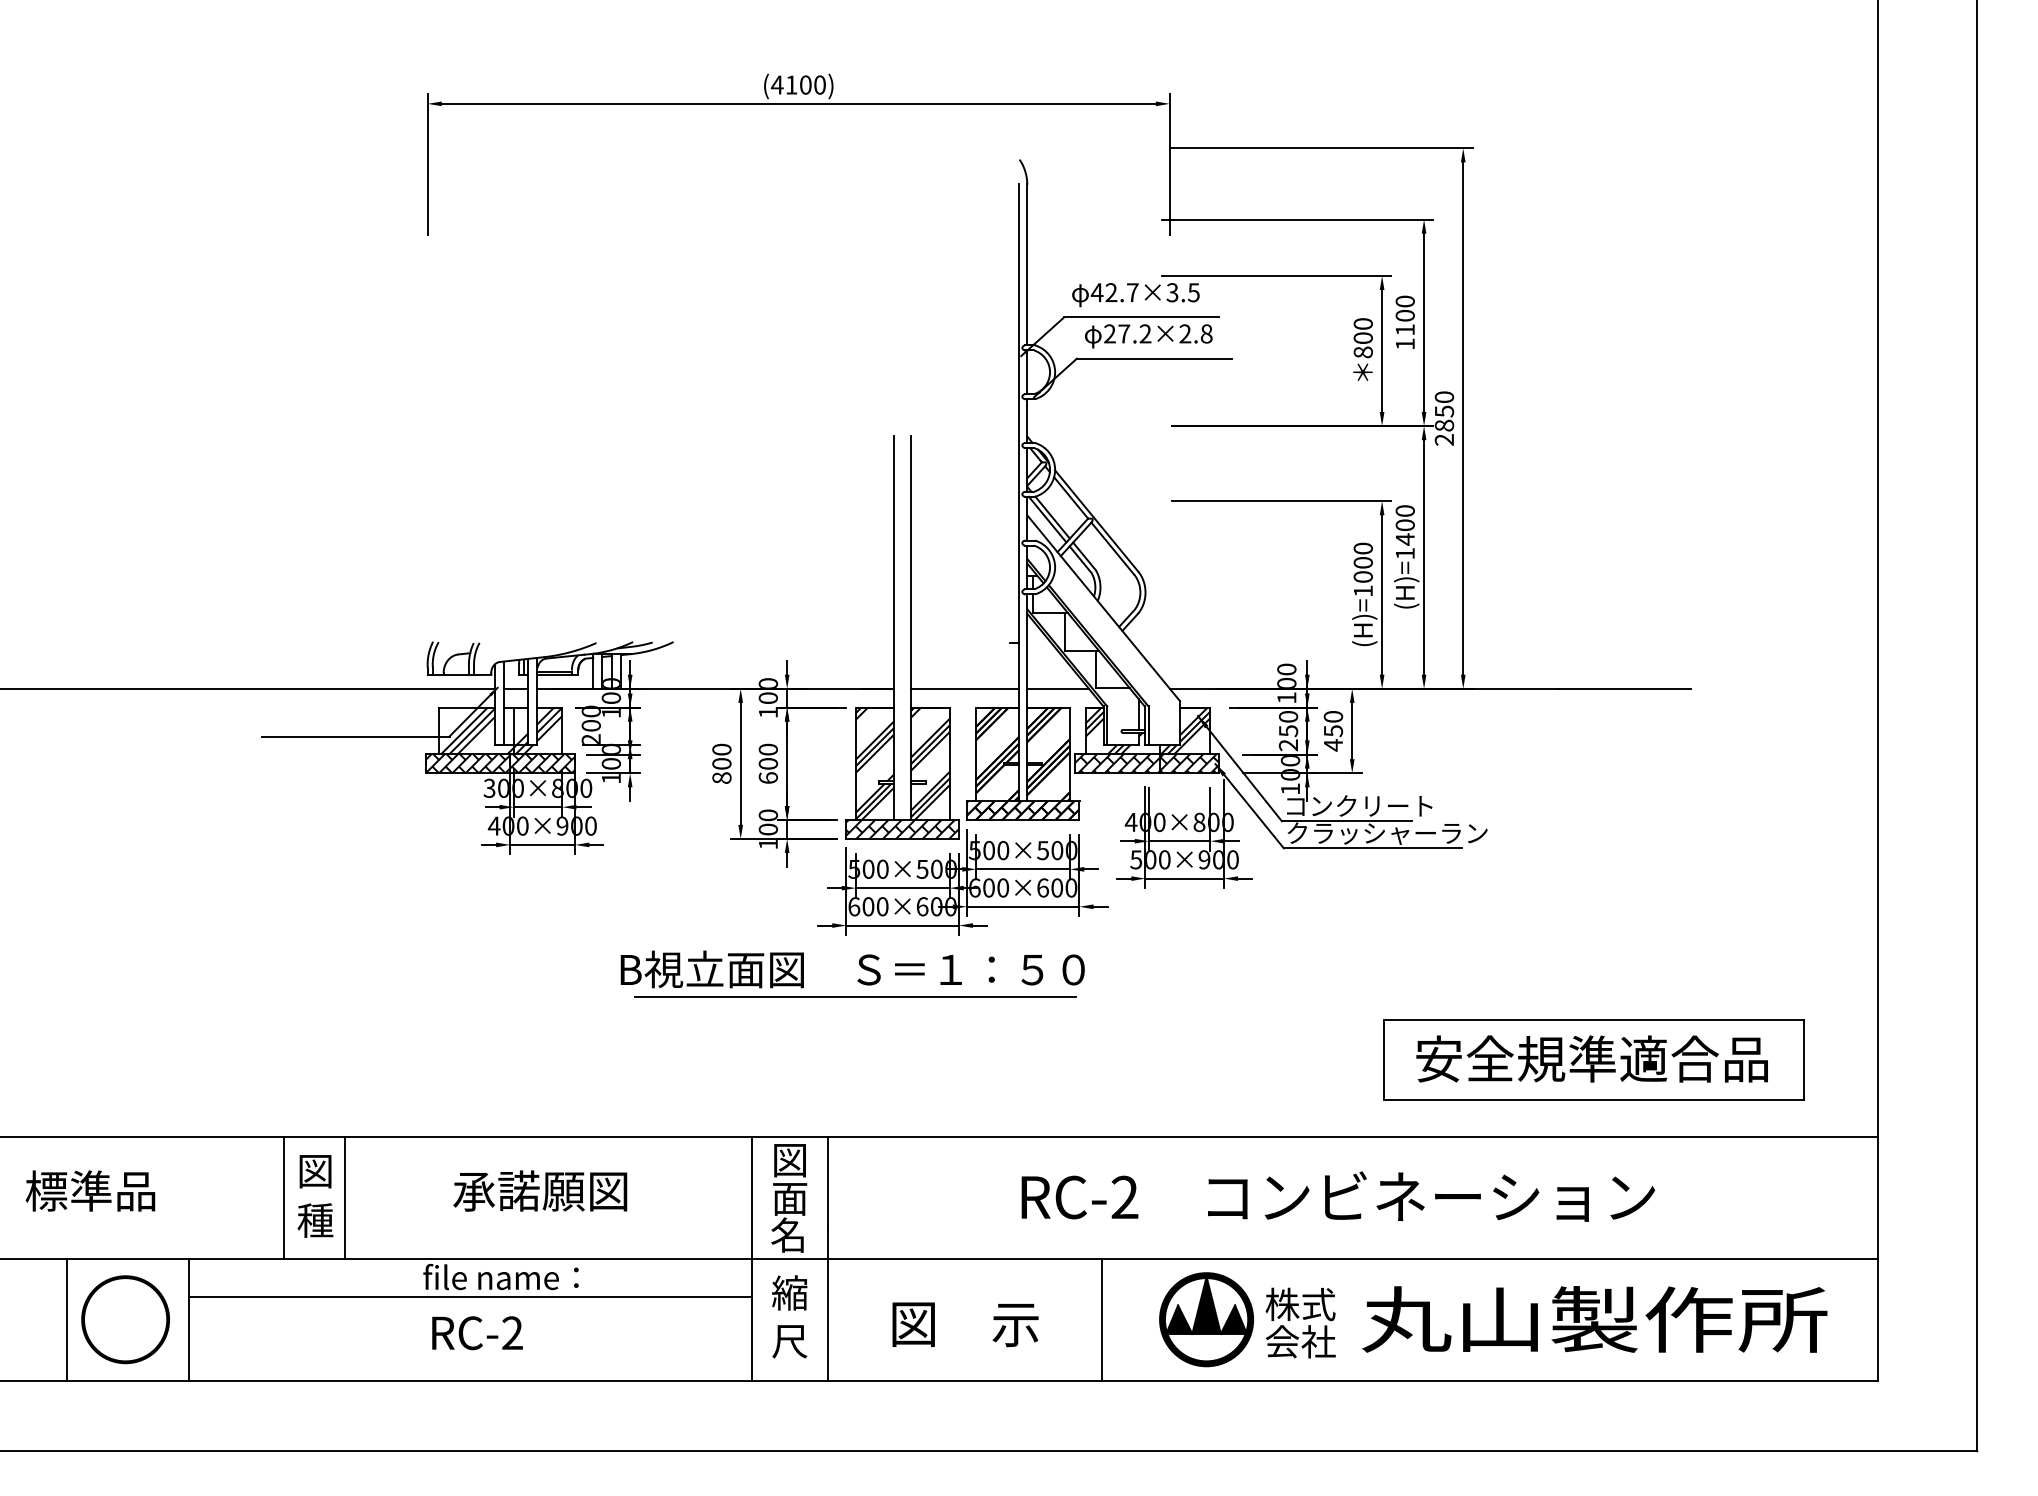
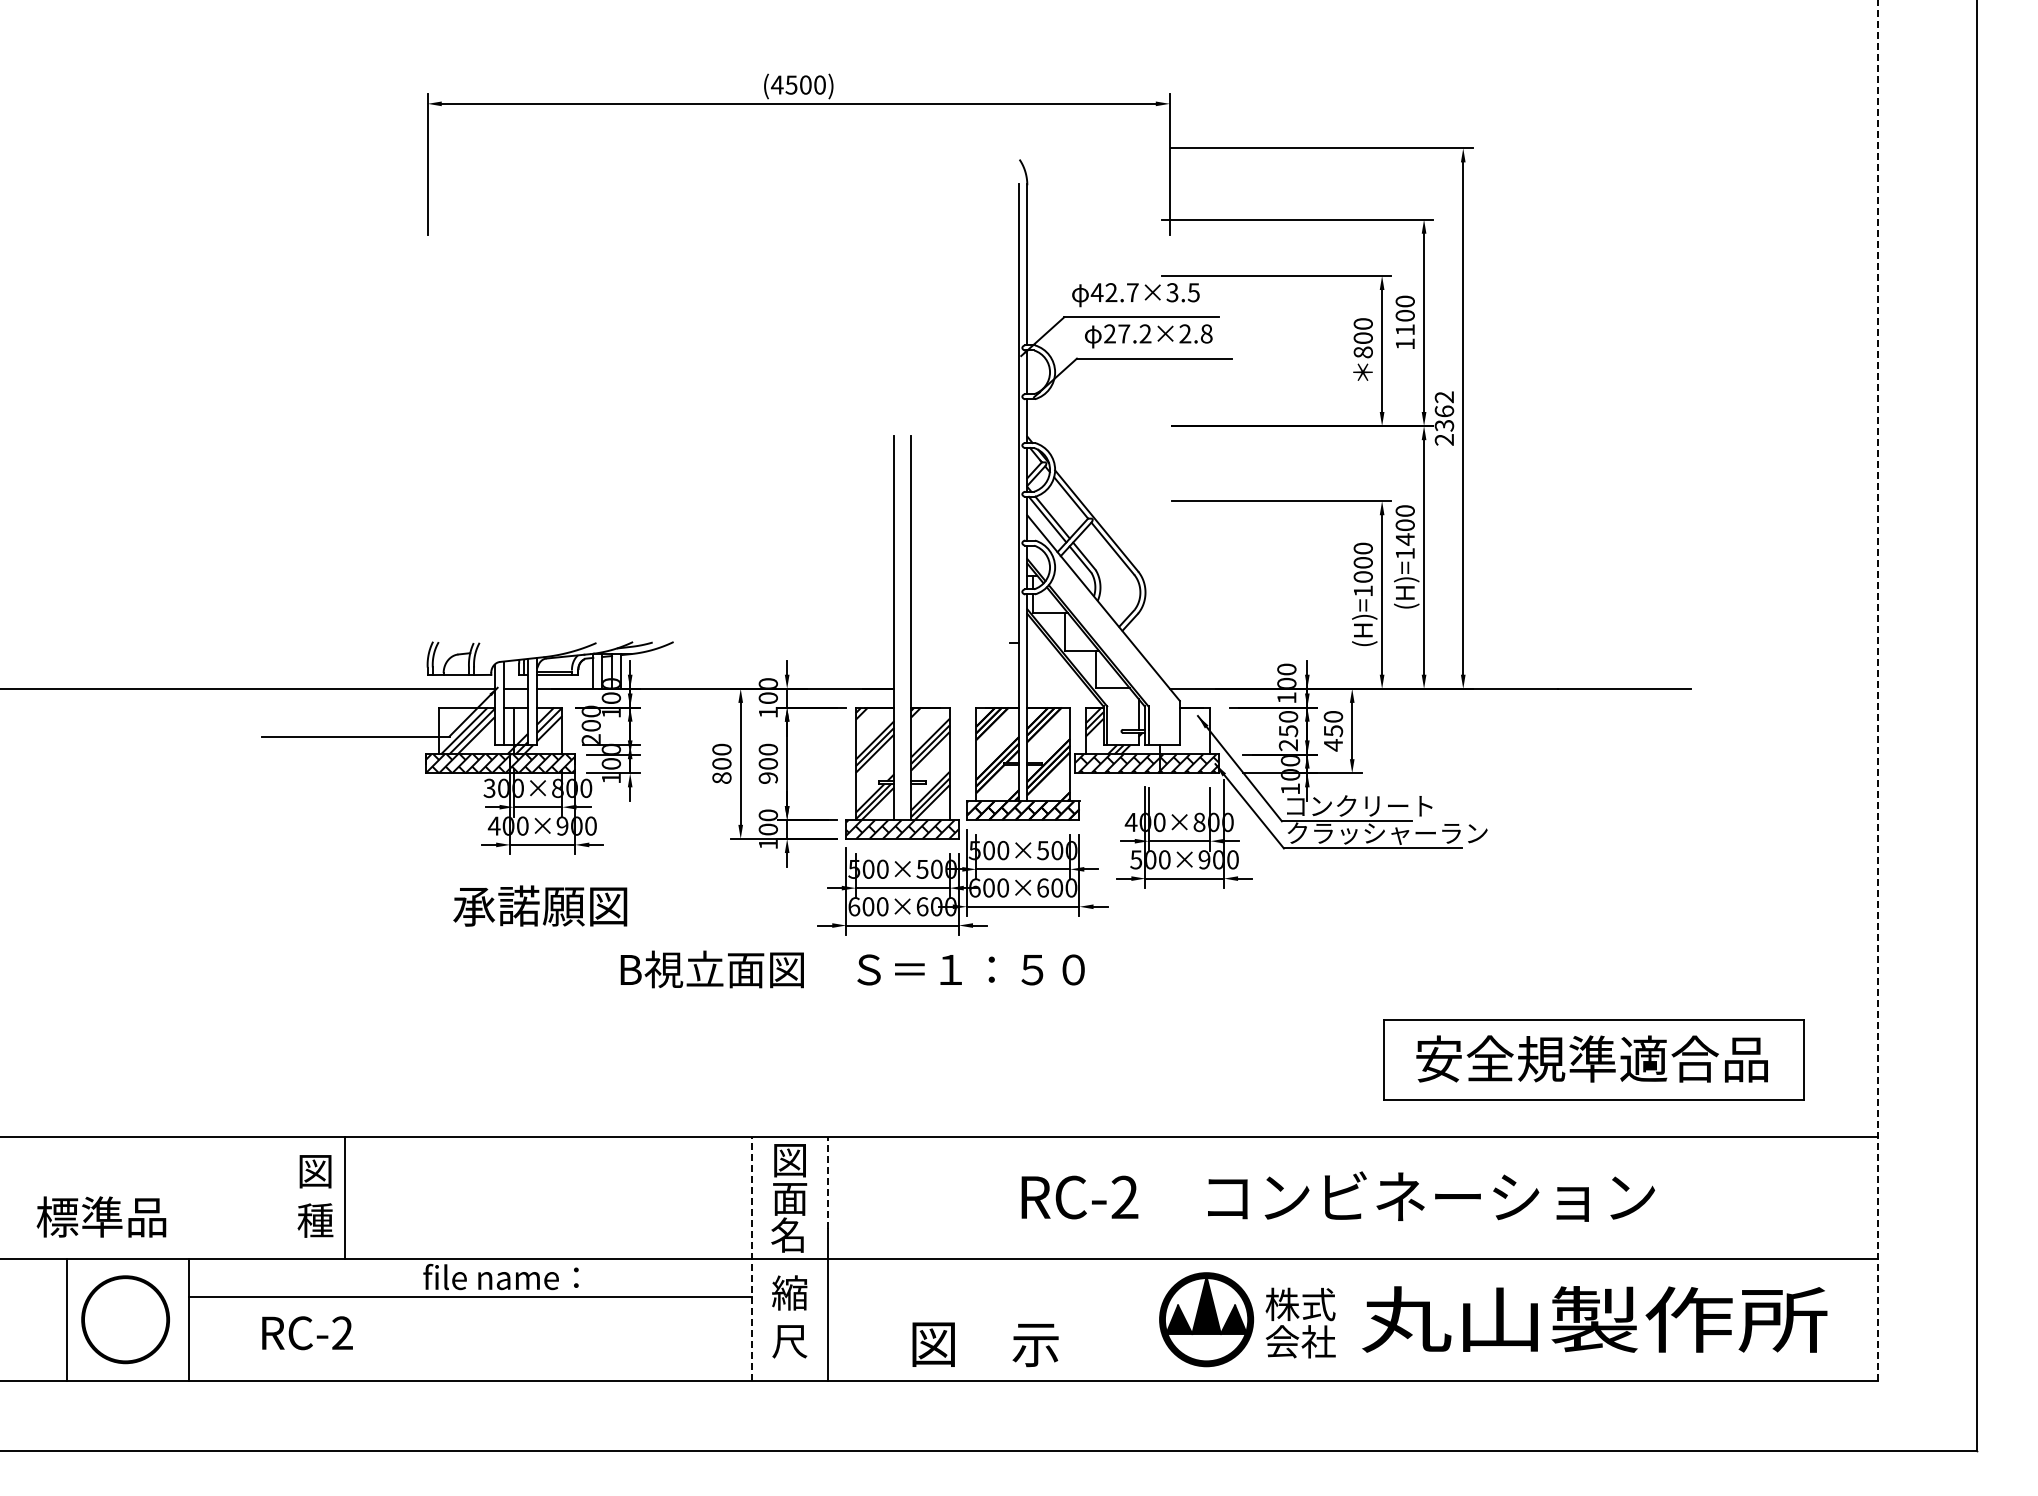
text at (791, 84): (4100) -> (4500)
text at (1444, 411): 2850 -> 2362
line at (965, 688): present -> none
line at (1057, 688): present -> none
line at (1878, 691): solid -> dashed
hatch at (1185, 730): present -> none
text at (768, 777): 600 -> 900
line at (855, 997): present -> none
line at (828, 1183): solid -> dashed
text at (90, 1190) position: (90, 1190) -> (101, 1216)
text at (540, 1190) position: (540, 1190) -> (540, 905)
line at (283, 1198): present -> none
line at (752, 1259): solid -> dashed
line at (1101, 1320): present -> none
text at (965, 1324) position: (965, 1324) -> (985, 1344)
text at (477, 1333) position: (477, 1333) -> (307, 1333)
